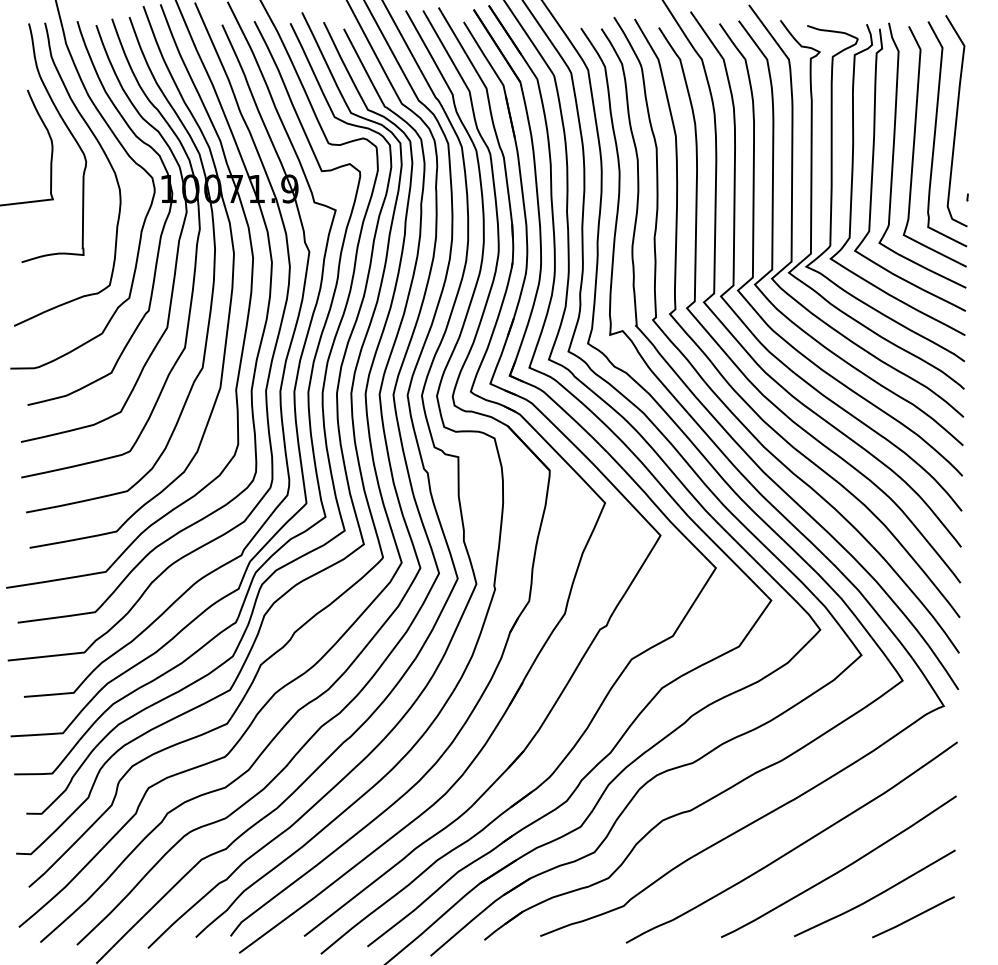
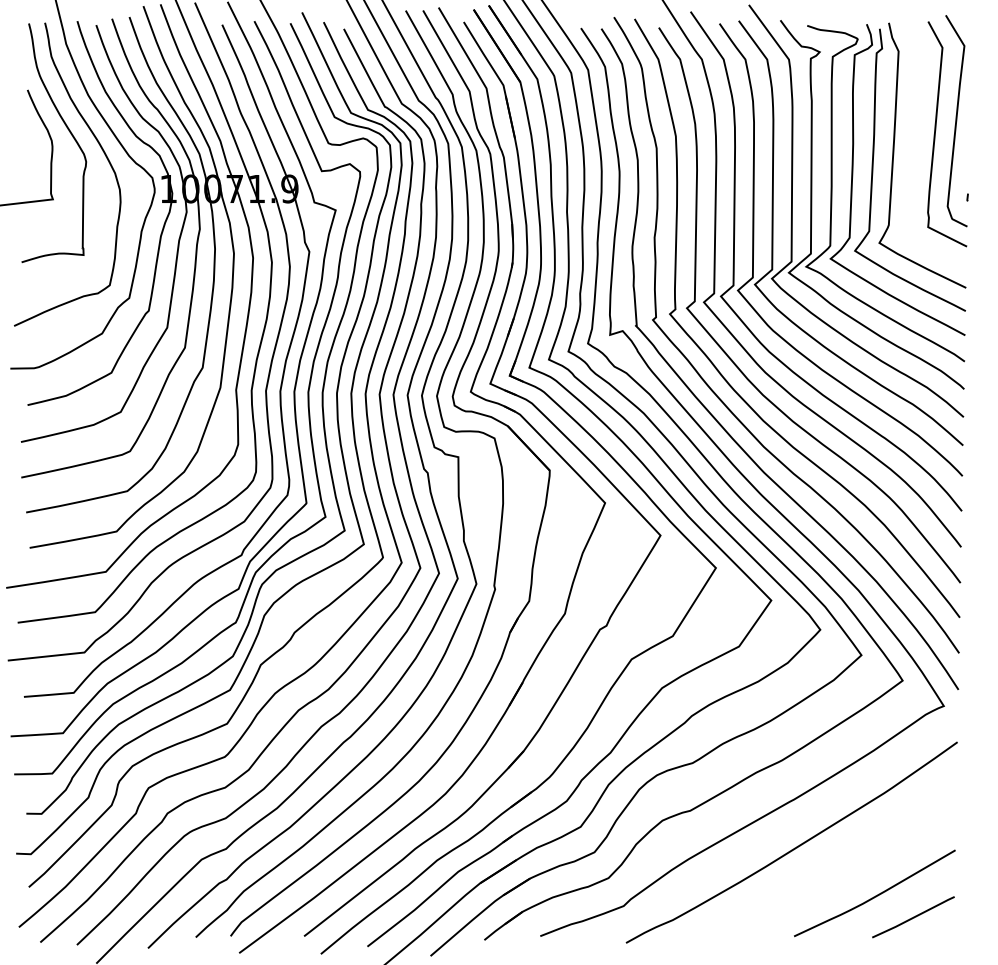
curve at (915, 140): present -> none
curve at (840, 869): present -> none
